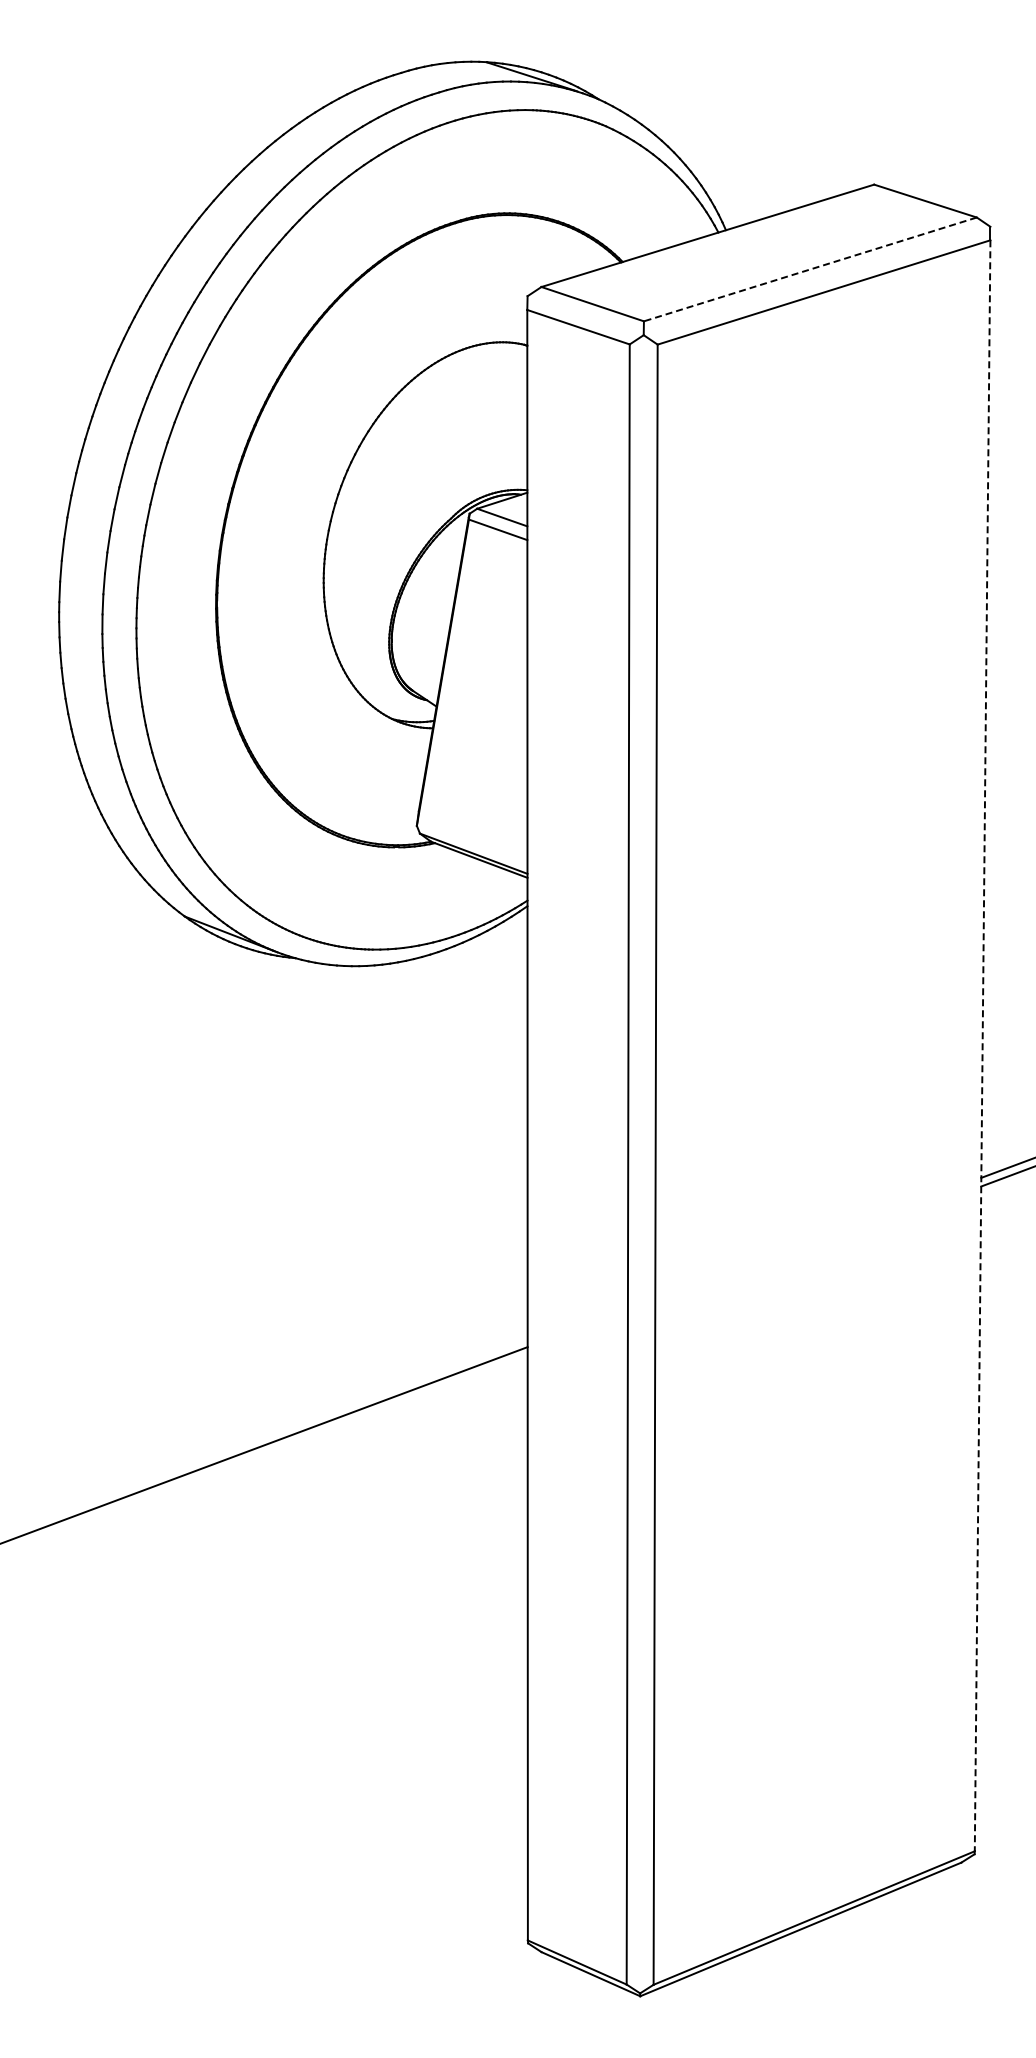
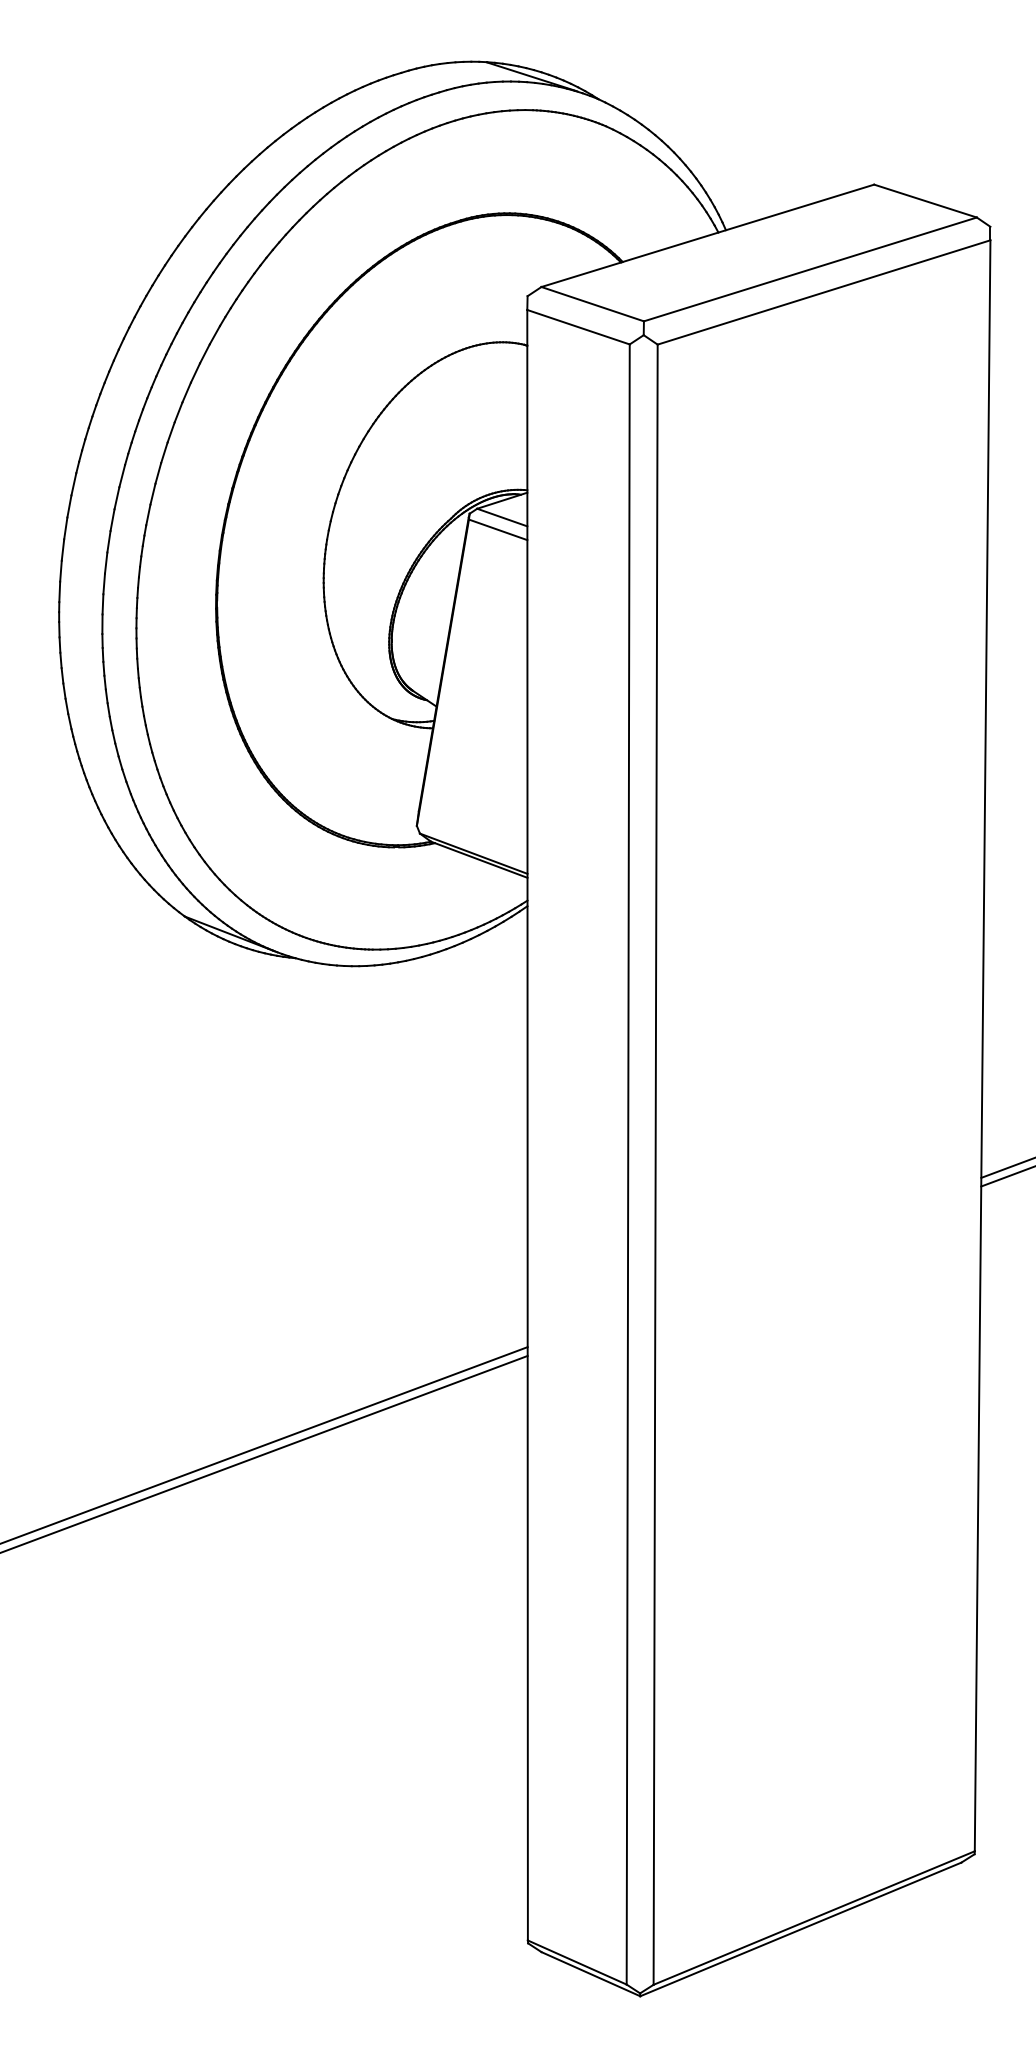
line at (809, 269): dashed -> solid
line at (982, 1045): dashed -> solid
line at (264, 1453): none -> present
